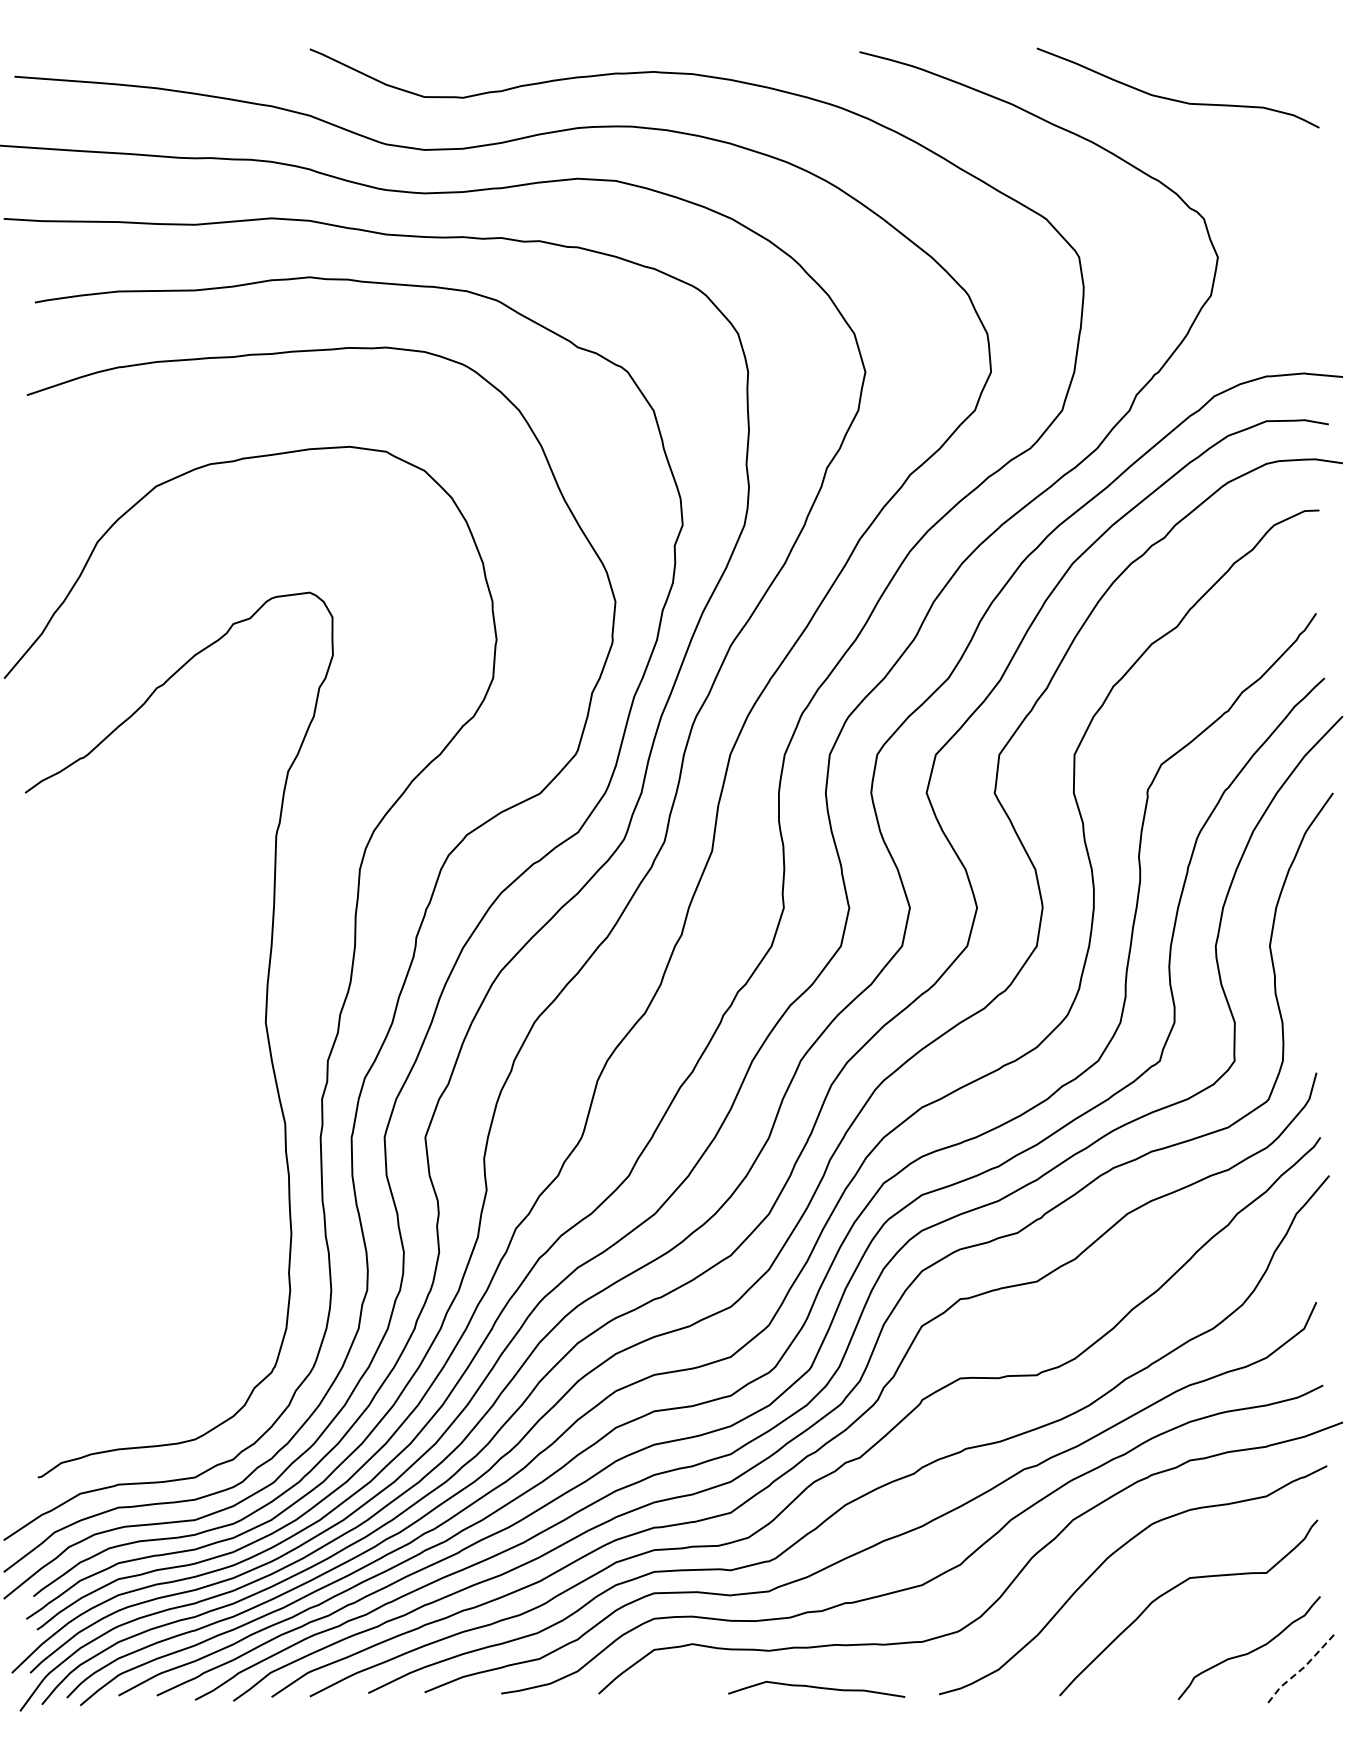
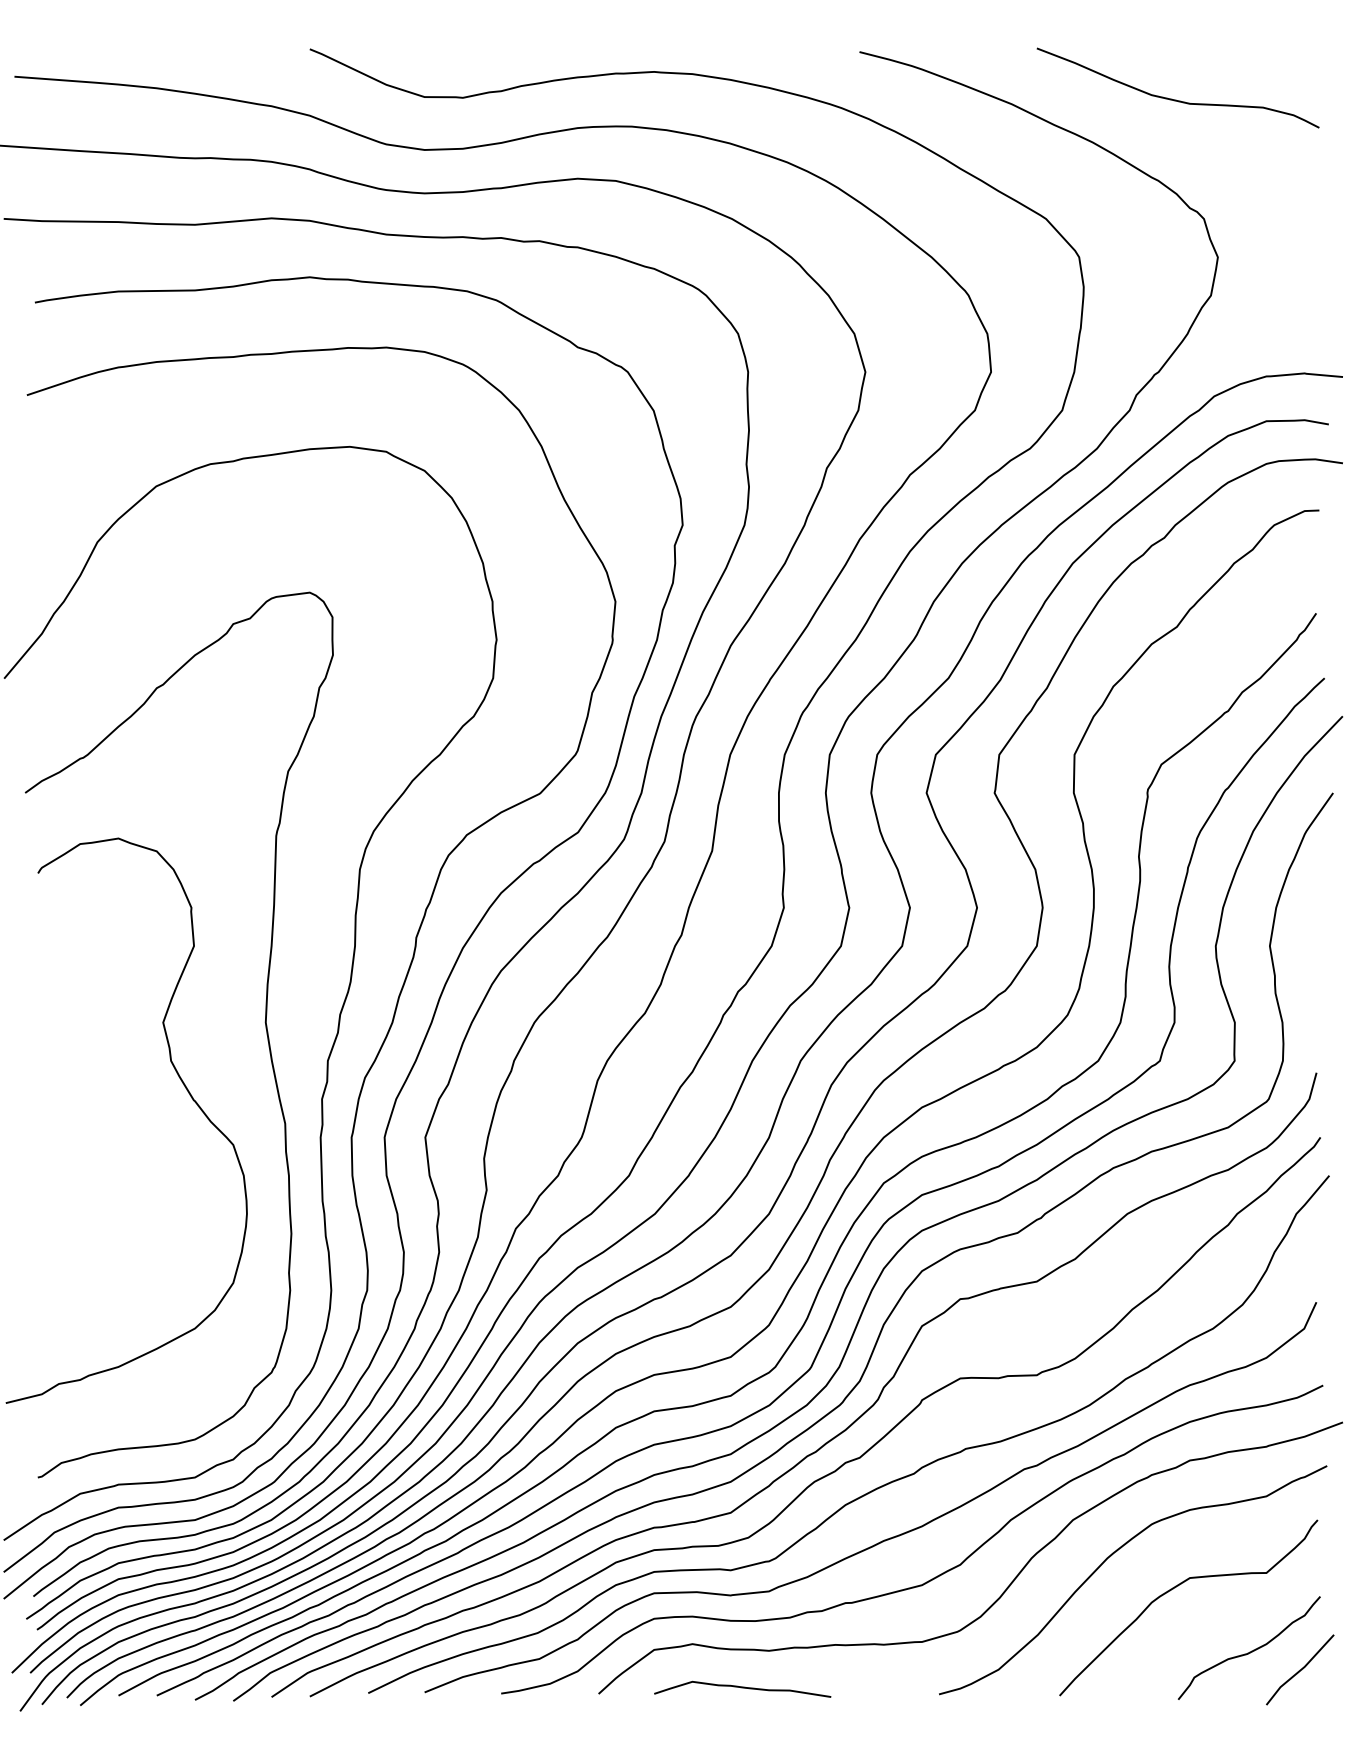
curve at (183, 1085): none -> present
line at (1300, 1670): dashed -> solid
curve at (816, 1688) position: (816, 1688) -> (742, 1688)
